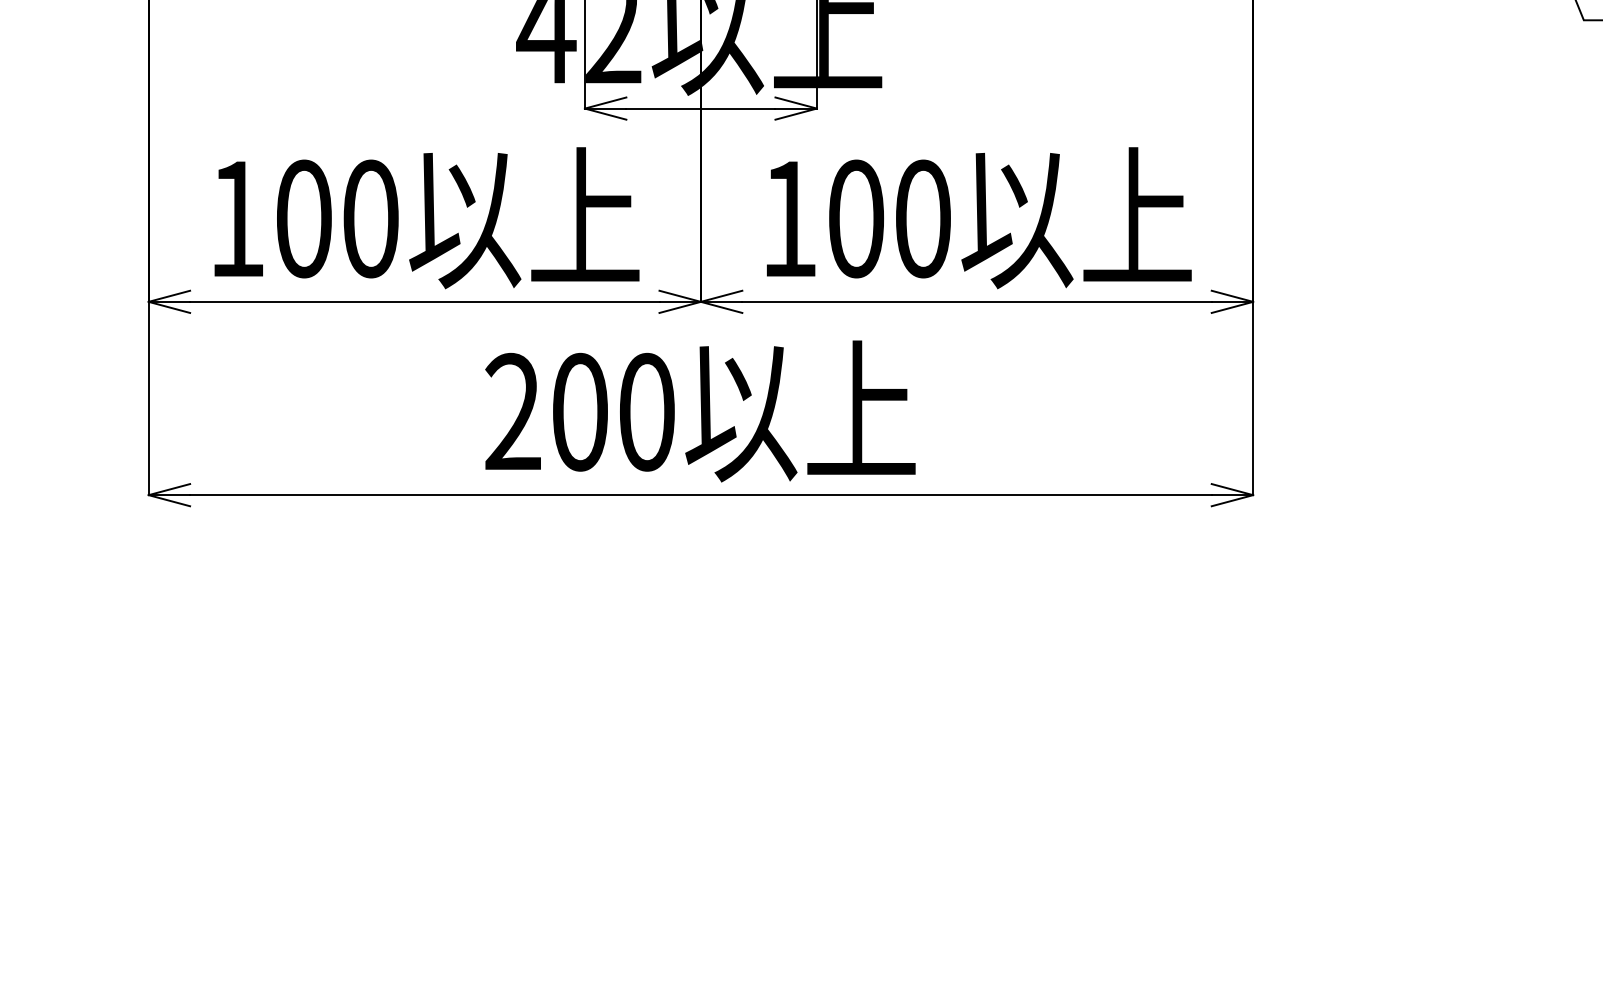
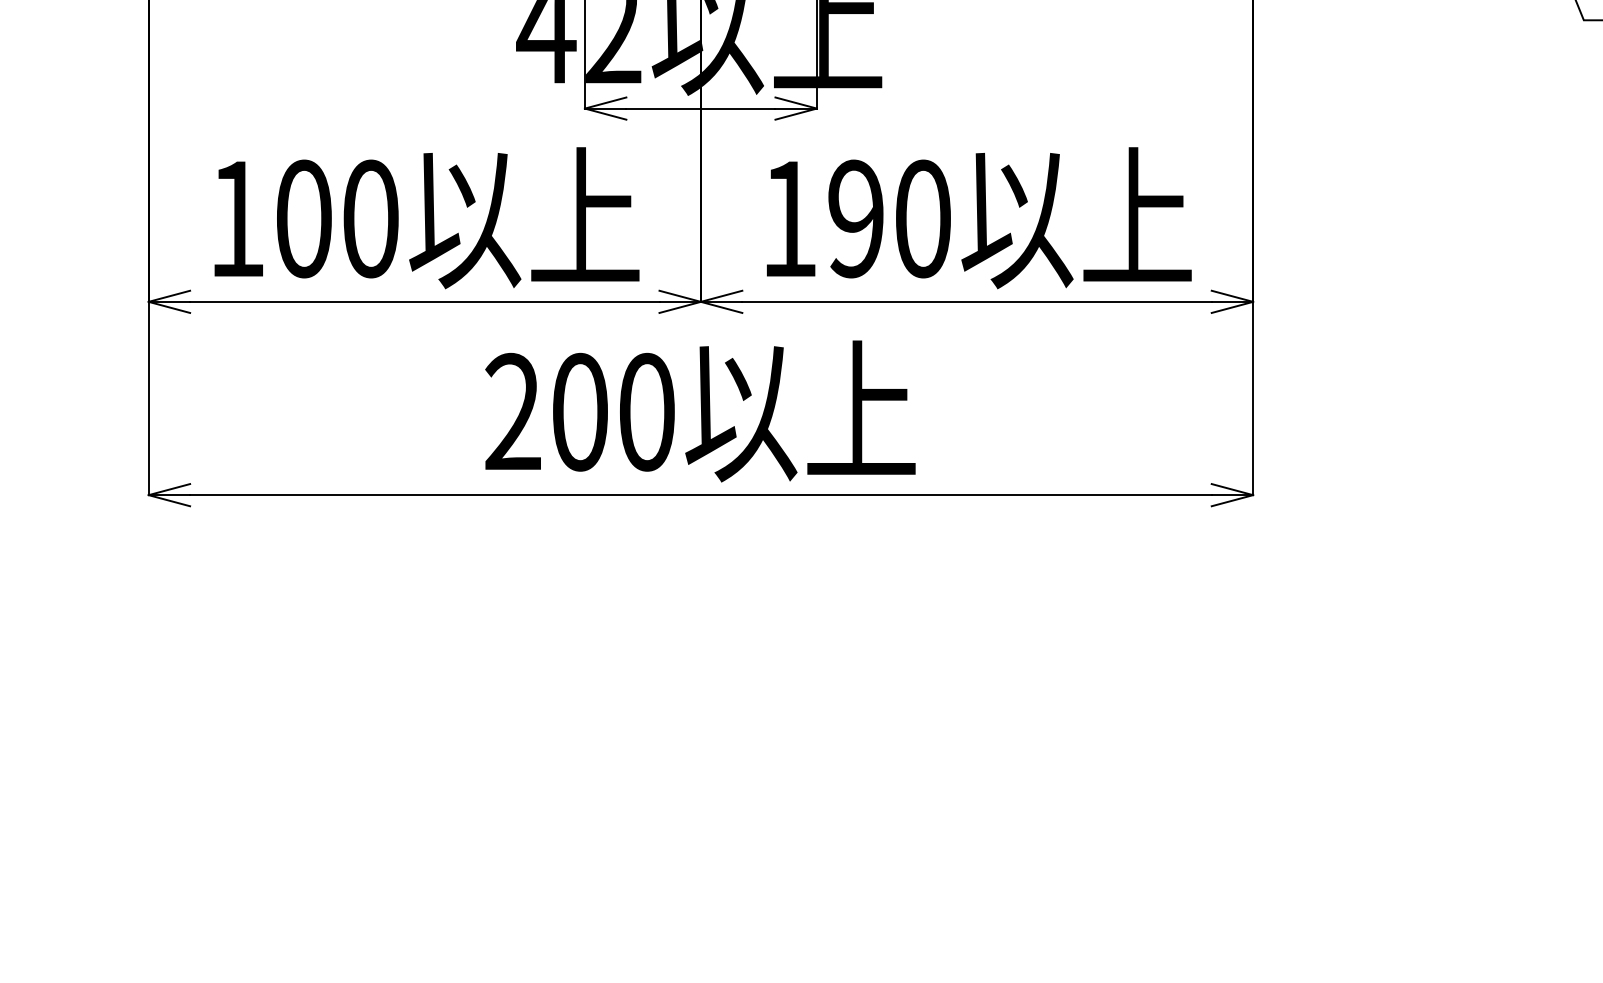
text at (856, 218): 100 -> 190
